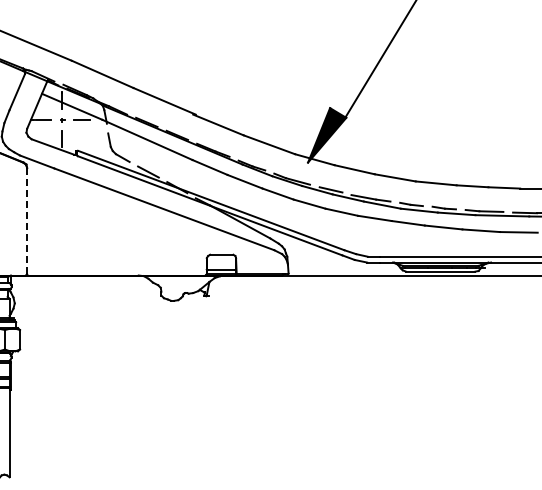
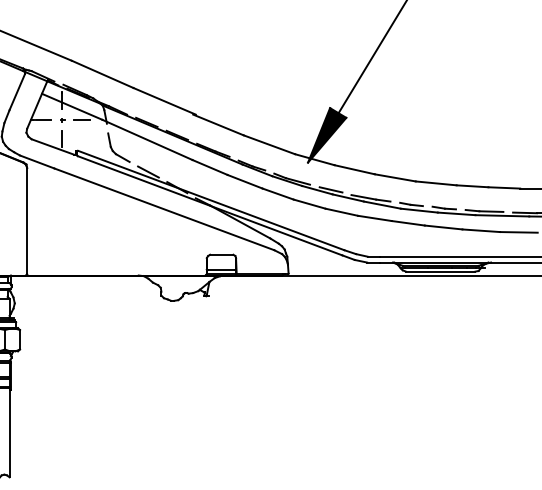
line at (380, 59) position: (380, 59) -> (371, 57)
line at (27, 221): dashed -> solid
